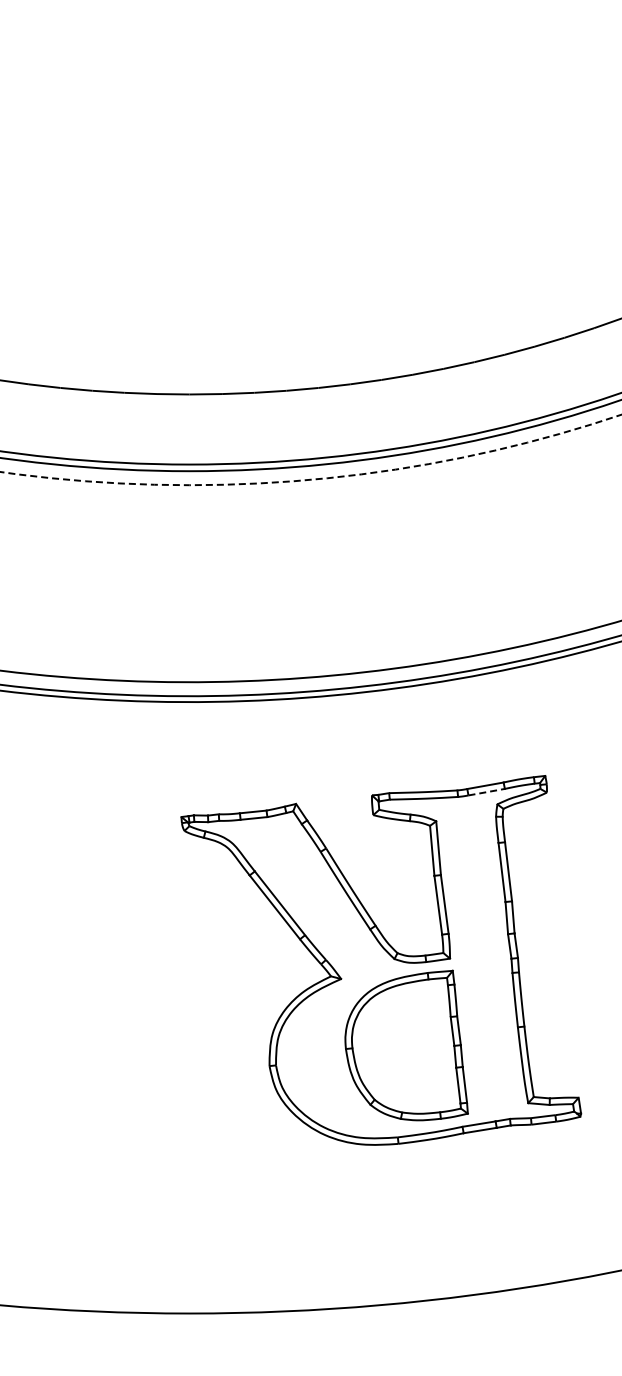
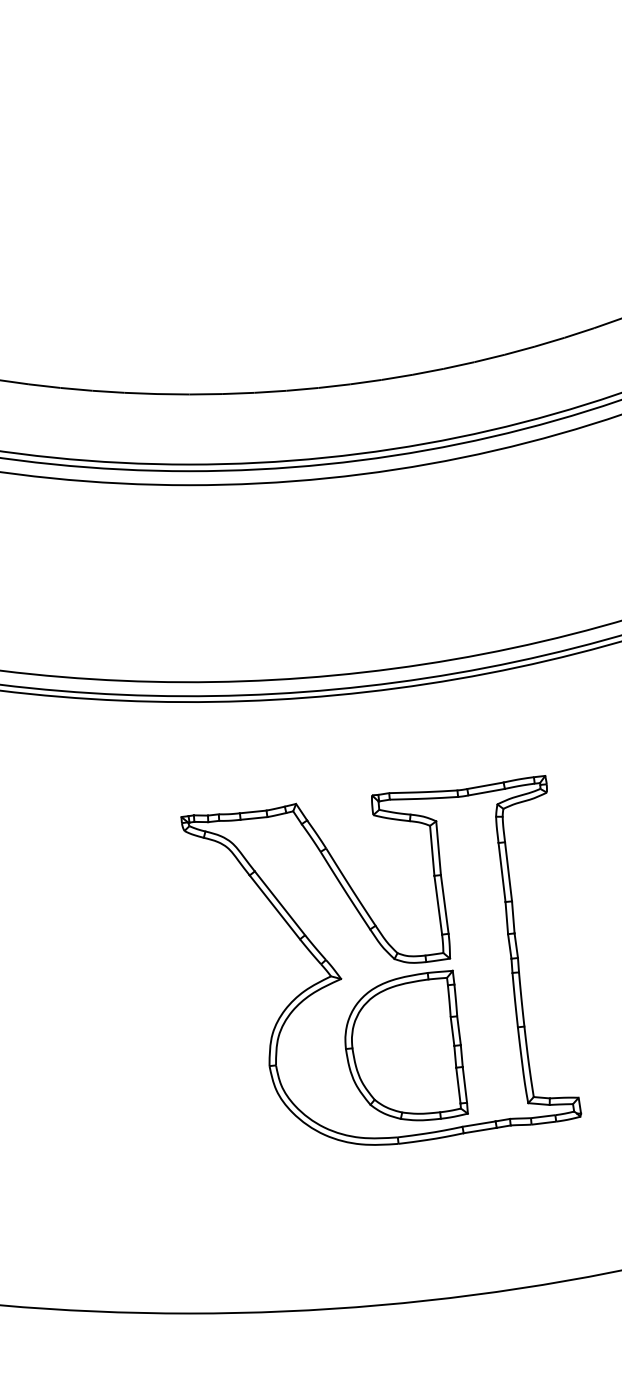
circle at (310, 449): dashed -> solid
line at (487, 792): dashed -> solid
